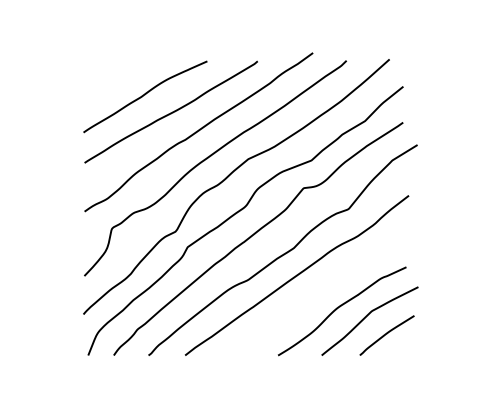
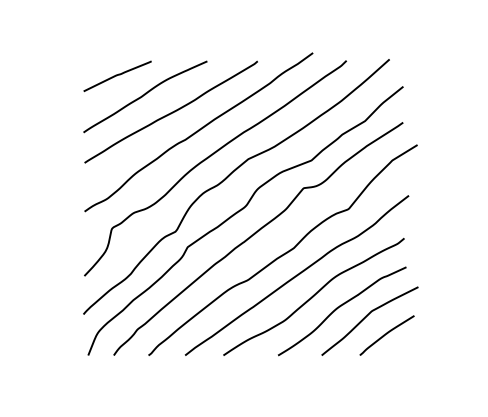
curve at (117, 75): none -> present
curve at (313, 296): none -> present
